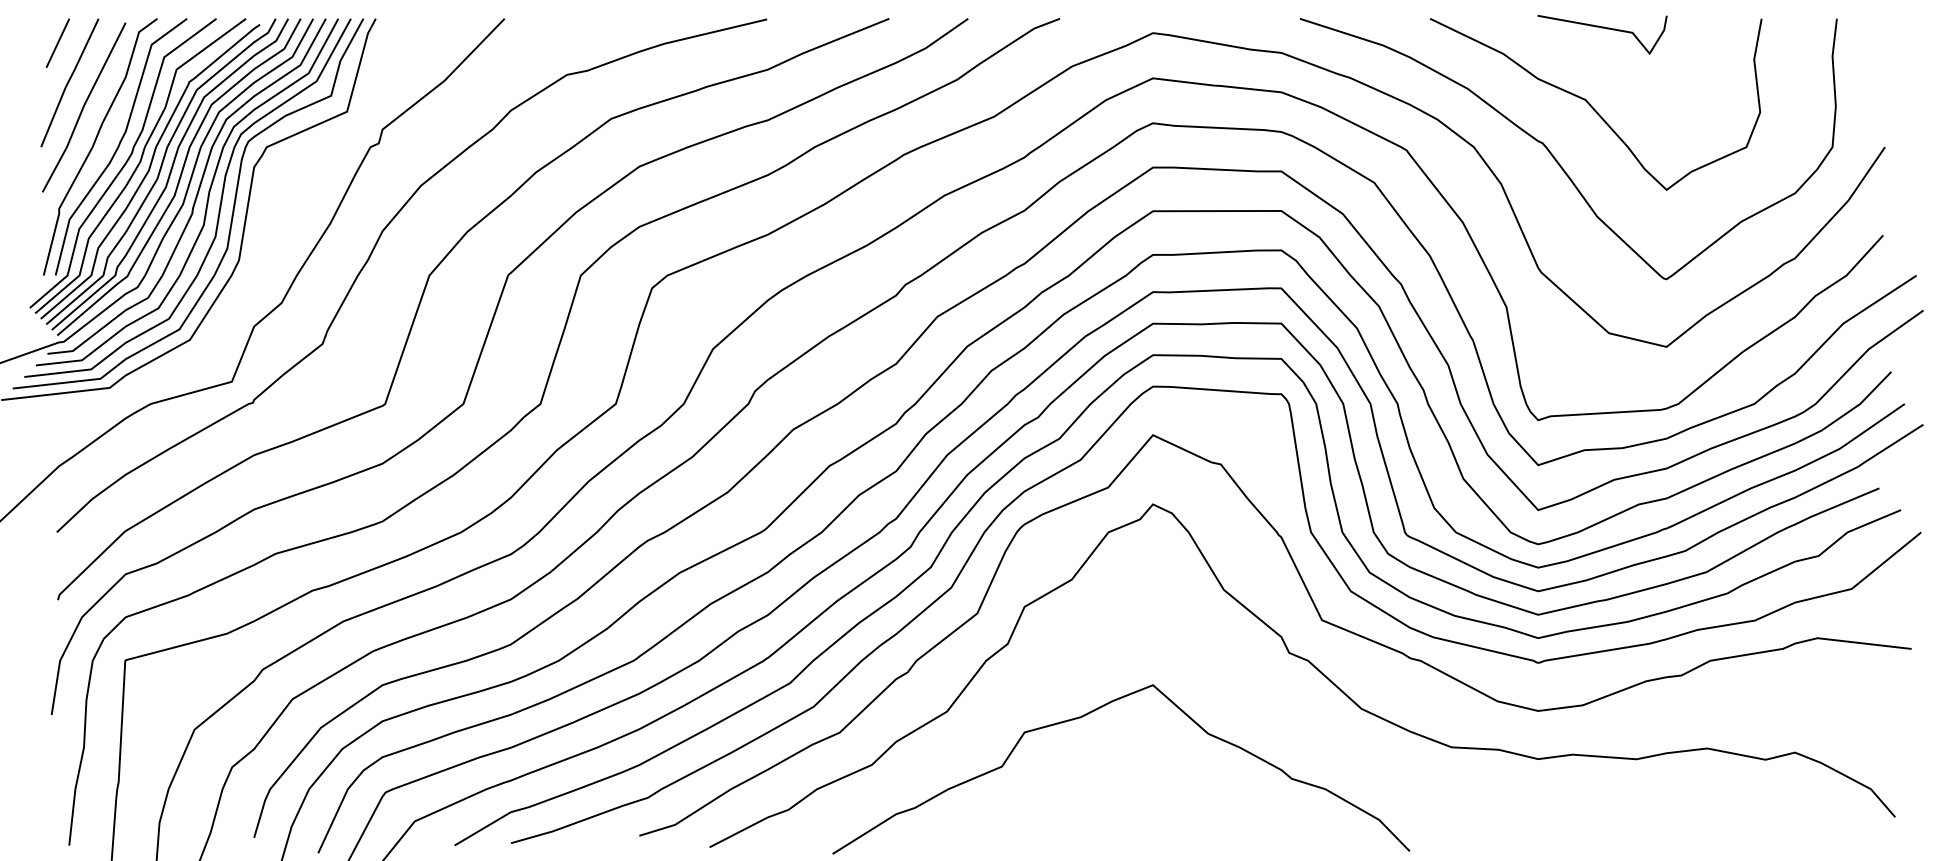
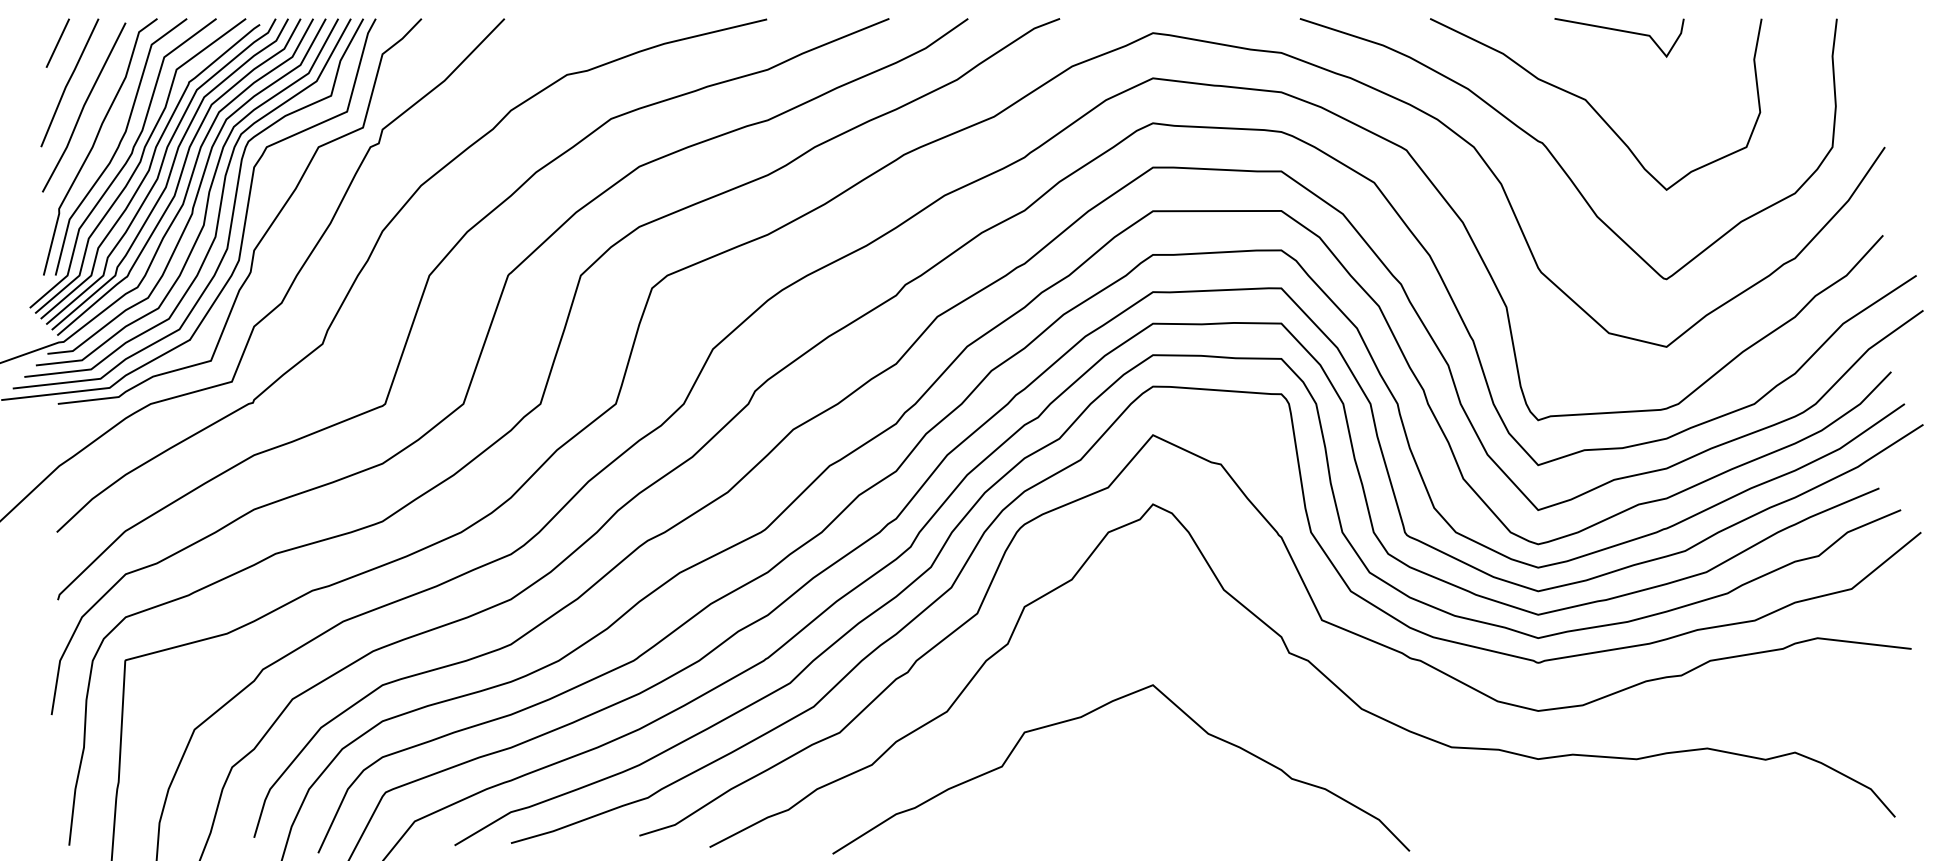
line at (1602, 28) position: (1602, 28) -> (1619, 31)
curve at (267, 228): none -> present
